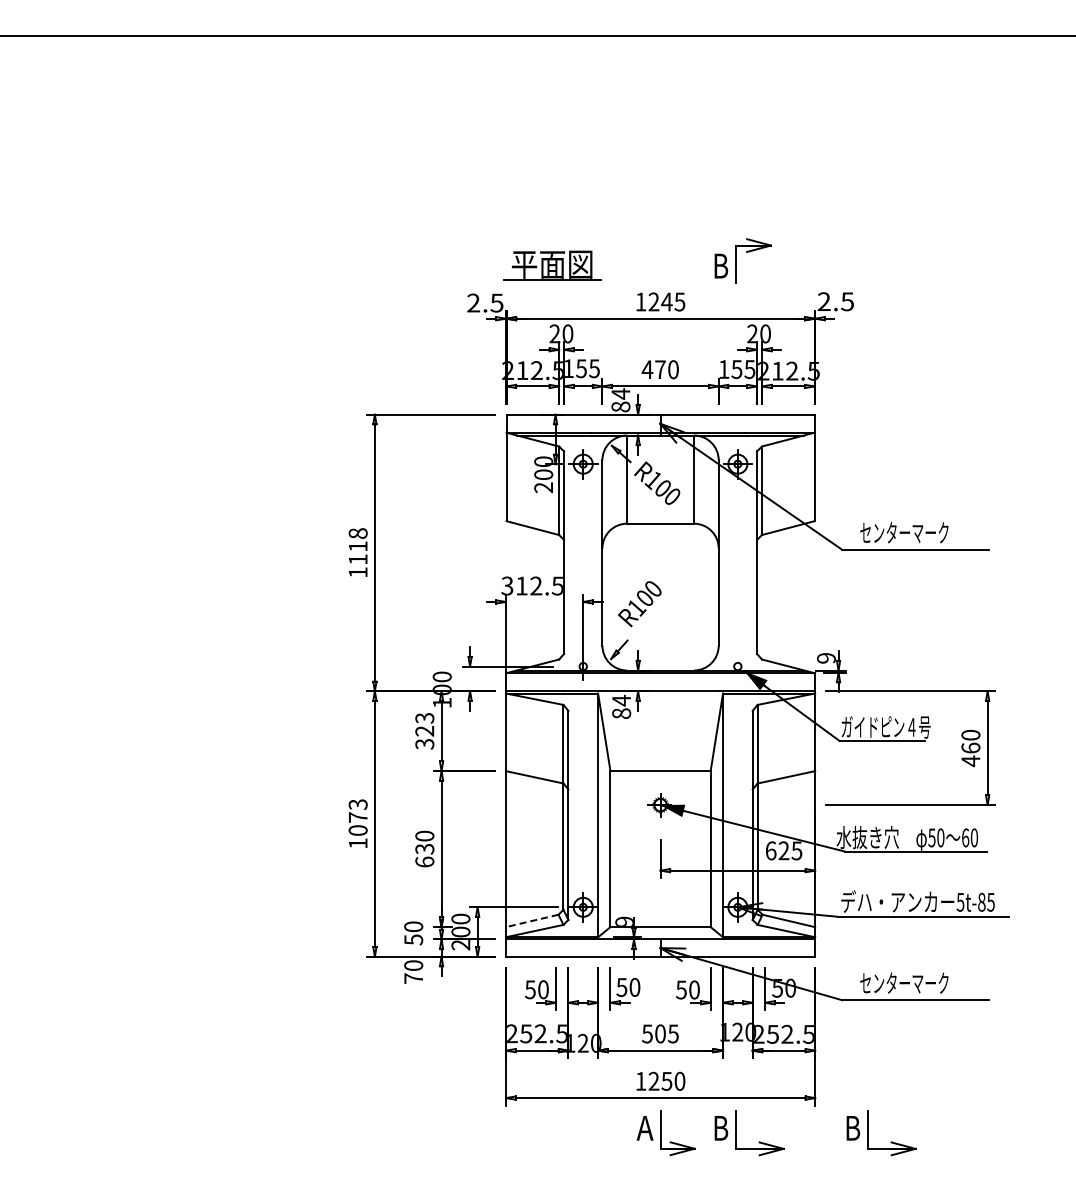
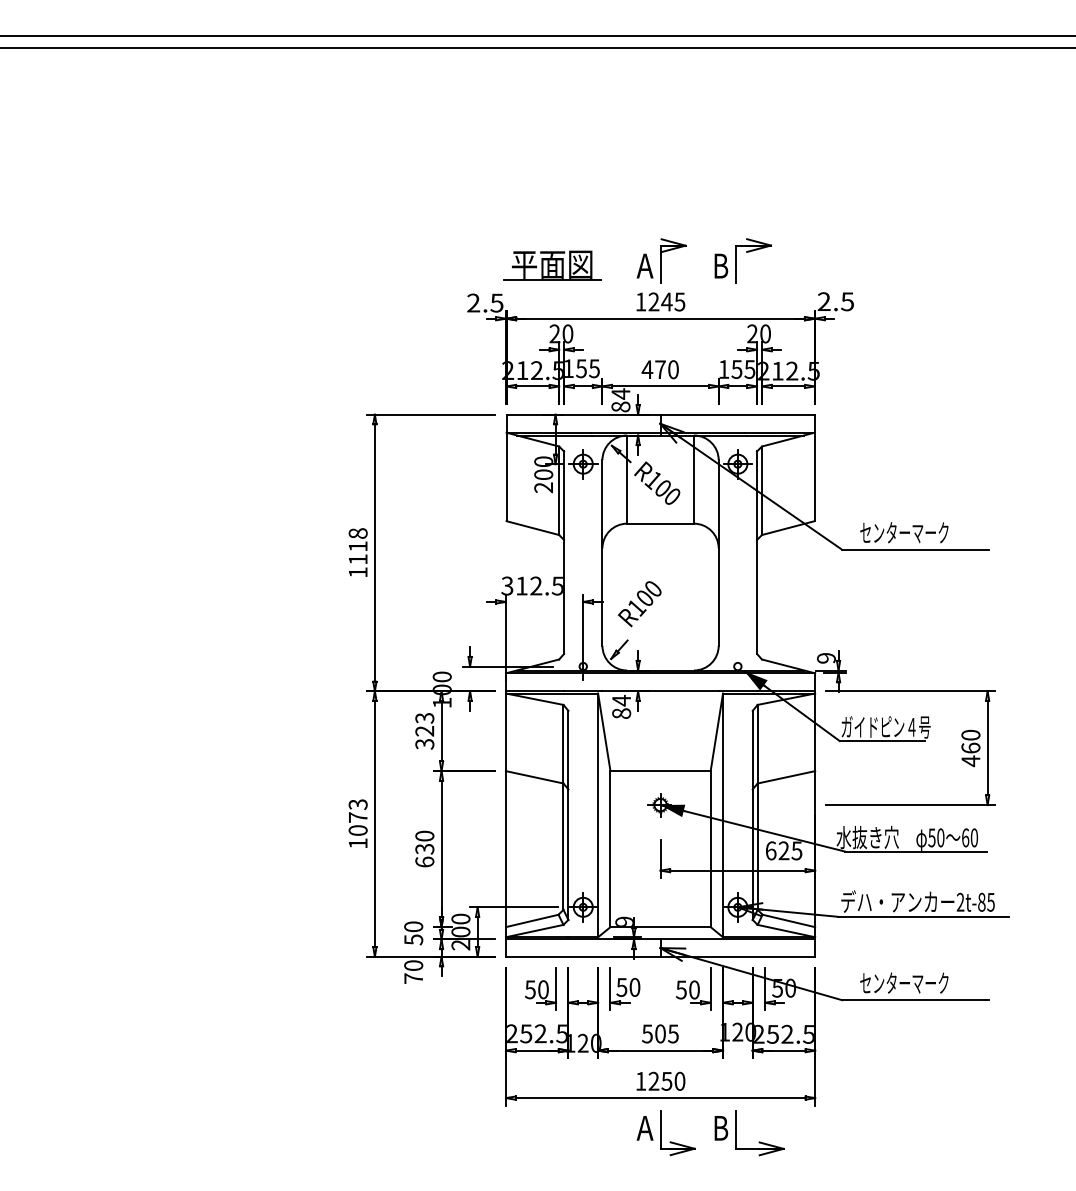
line at (537, 48): none -> present
part at (661, 260): none -> present
text at (960, 901): 5t-85 -> 2t-85
line at (531, 921): dashed -> solid
part at (890, 1142): present -> none
